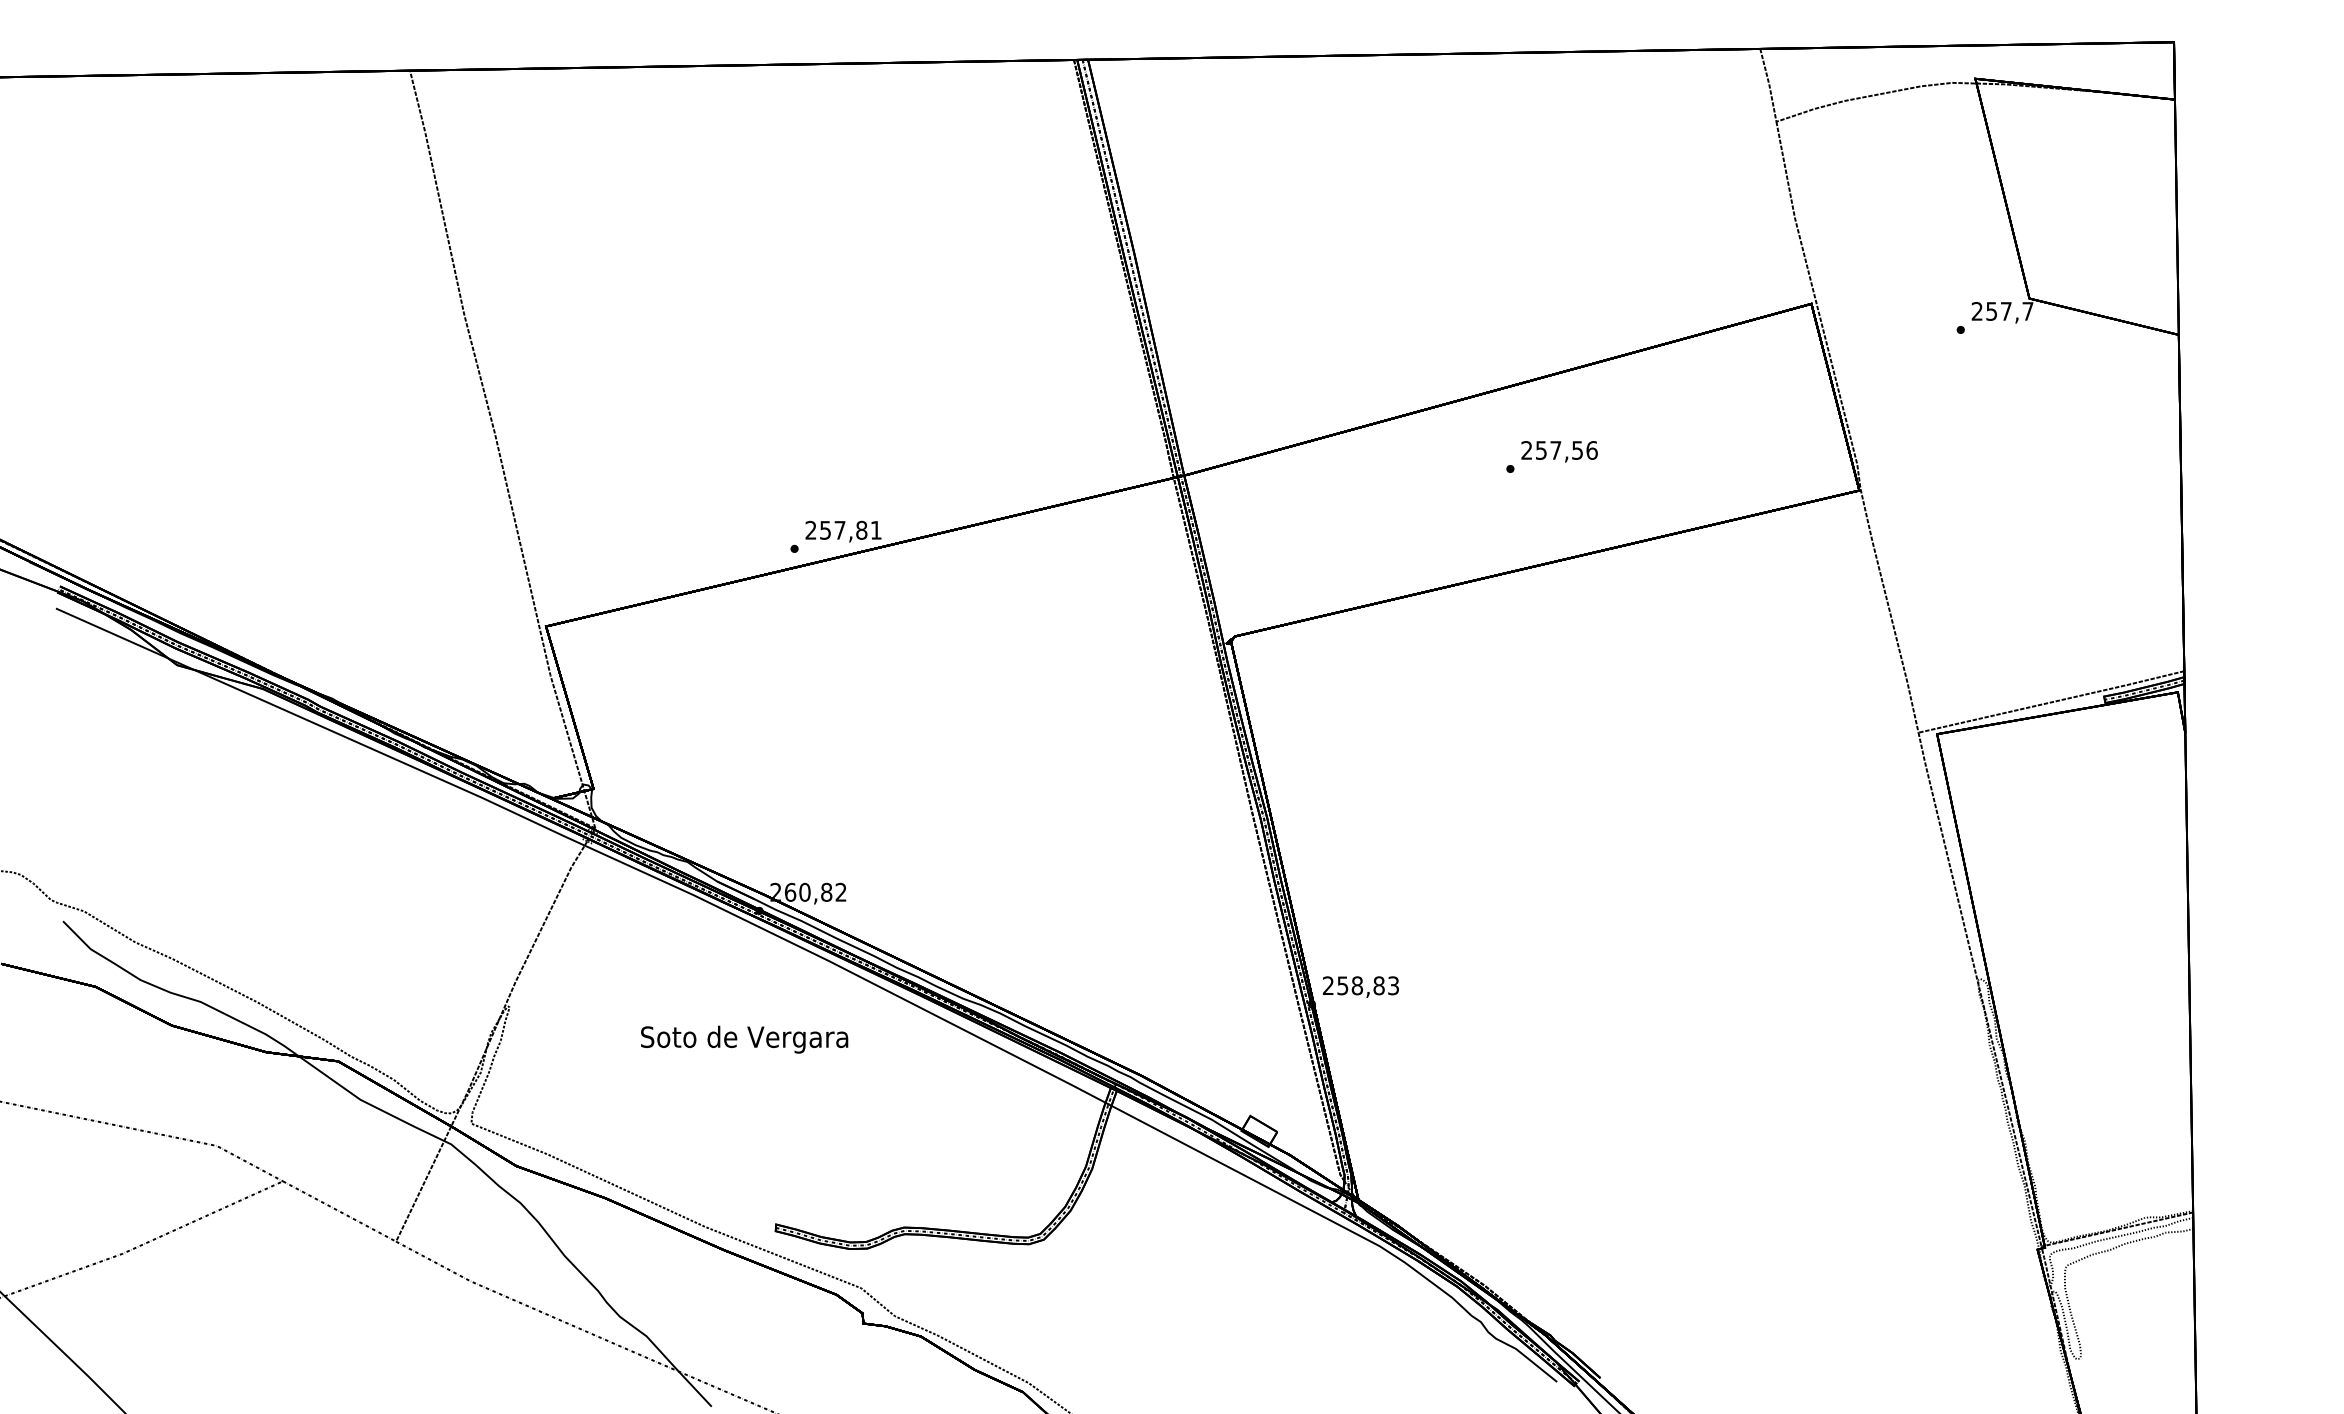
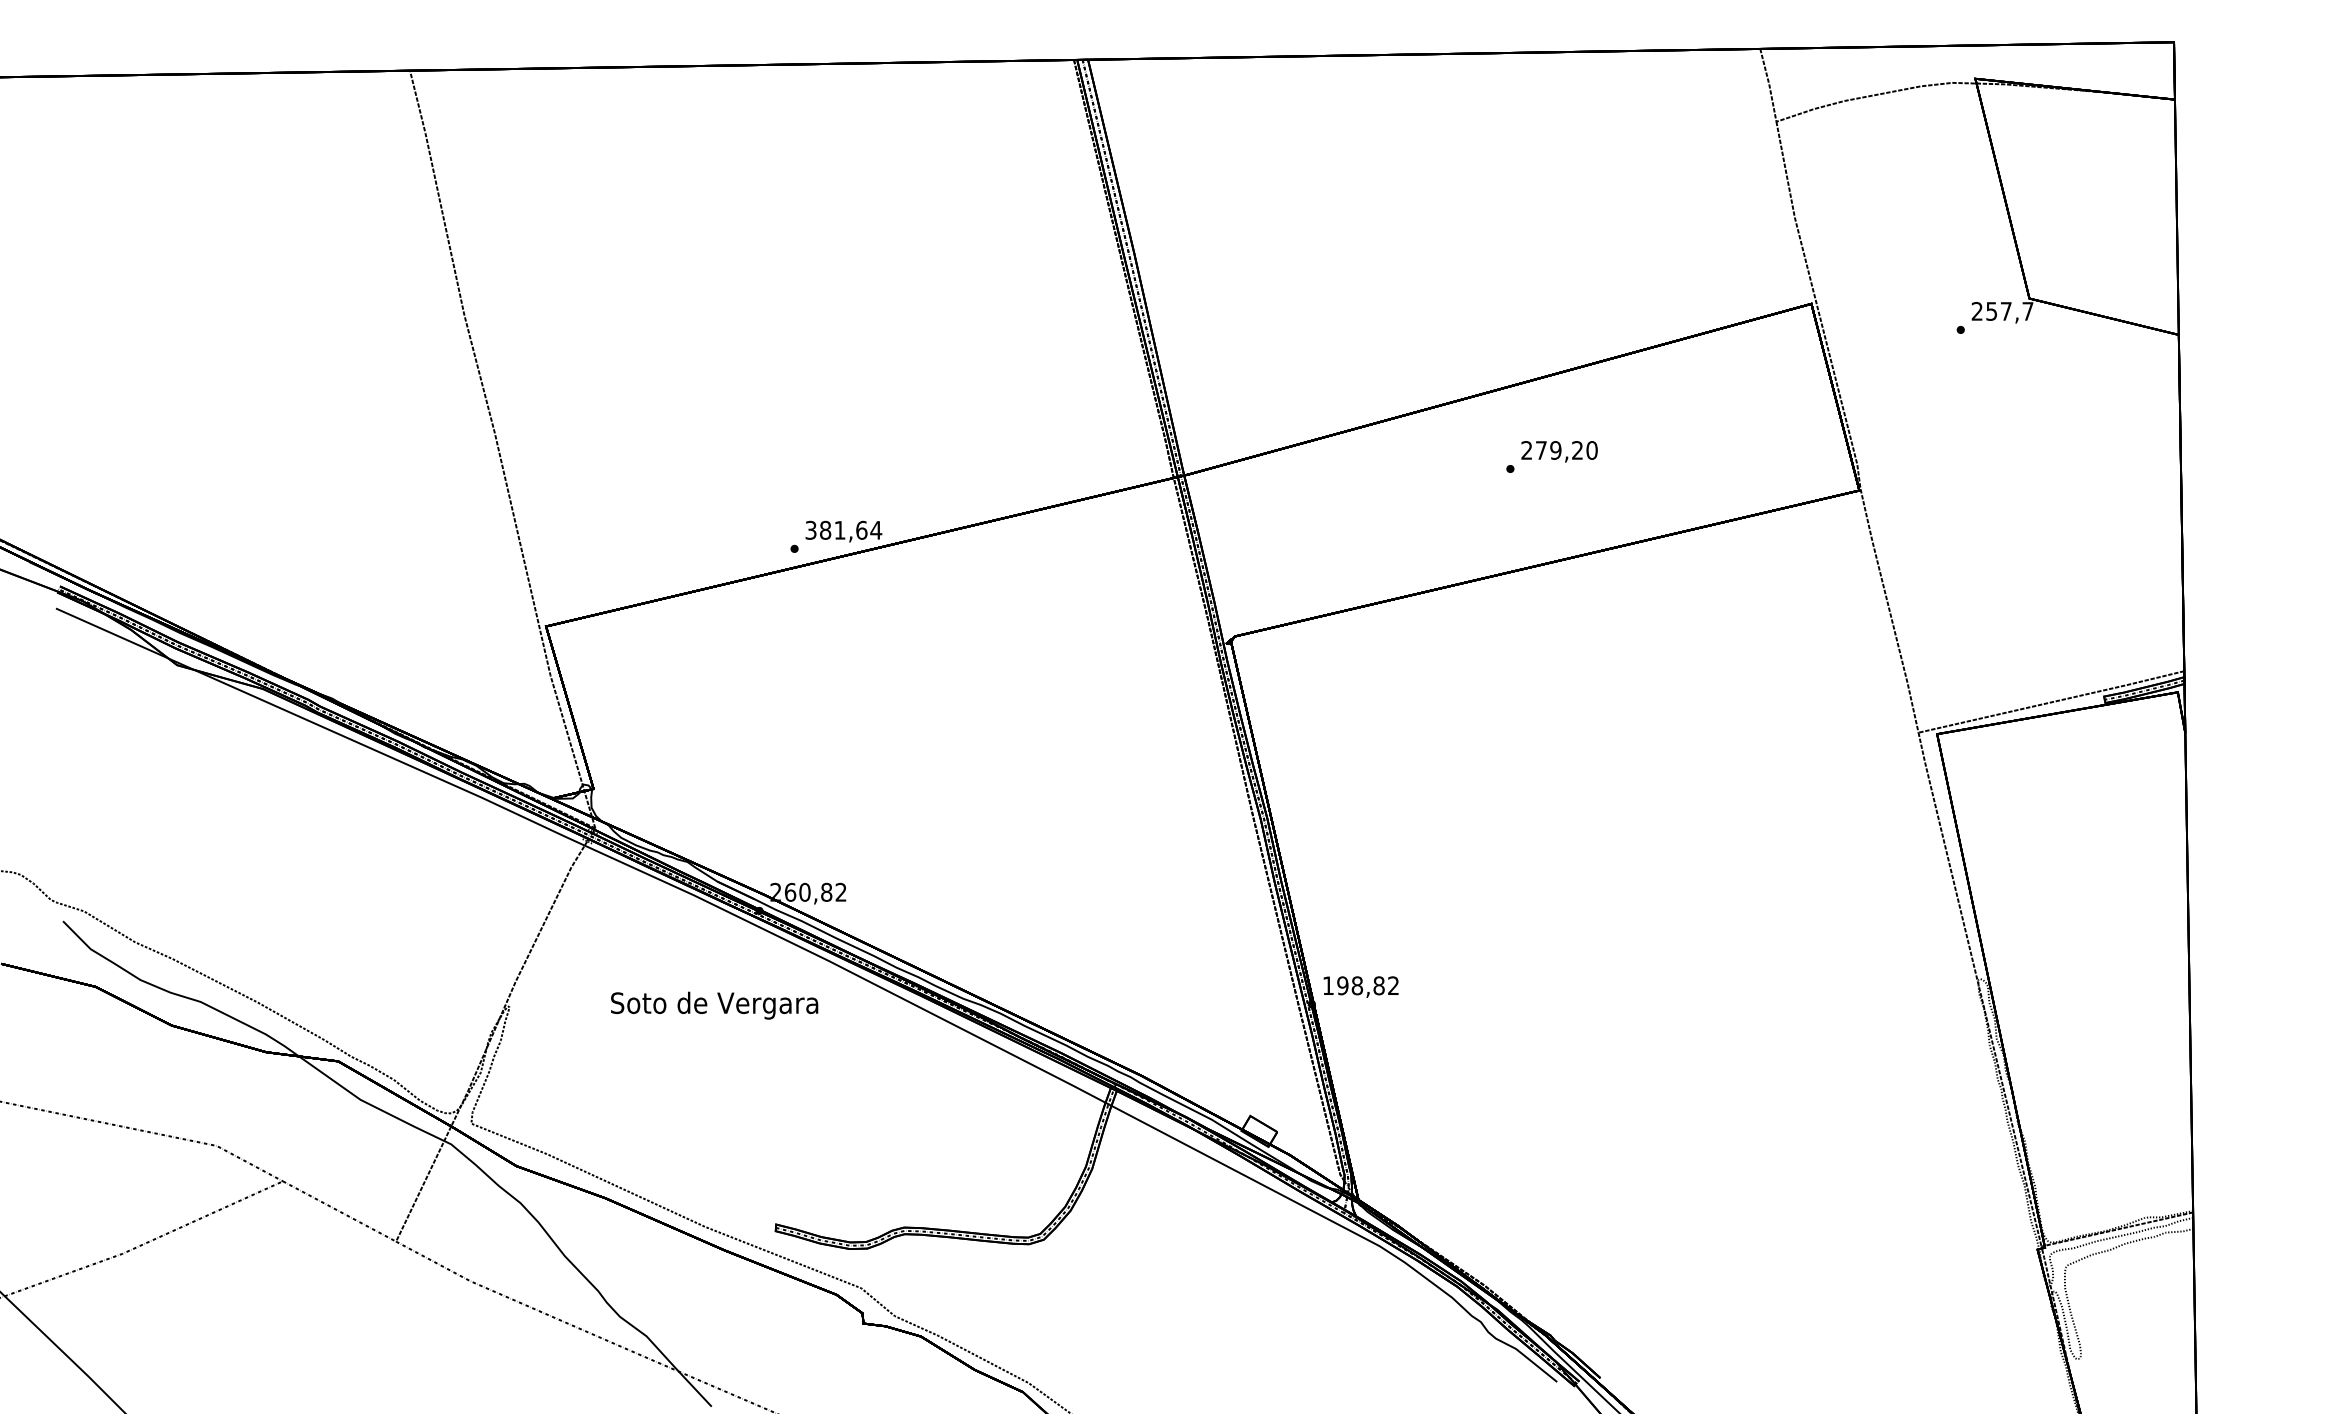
text at (1566, 450): 257,56 -> 279,20
text at (843, 529): 257,81 -> 381,64
text at (1360, 985): 258,83 -> 198,82
text at (744, 1039) position: (744, 1039) -> (714, 1005)
